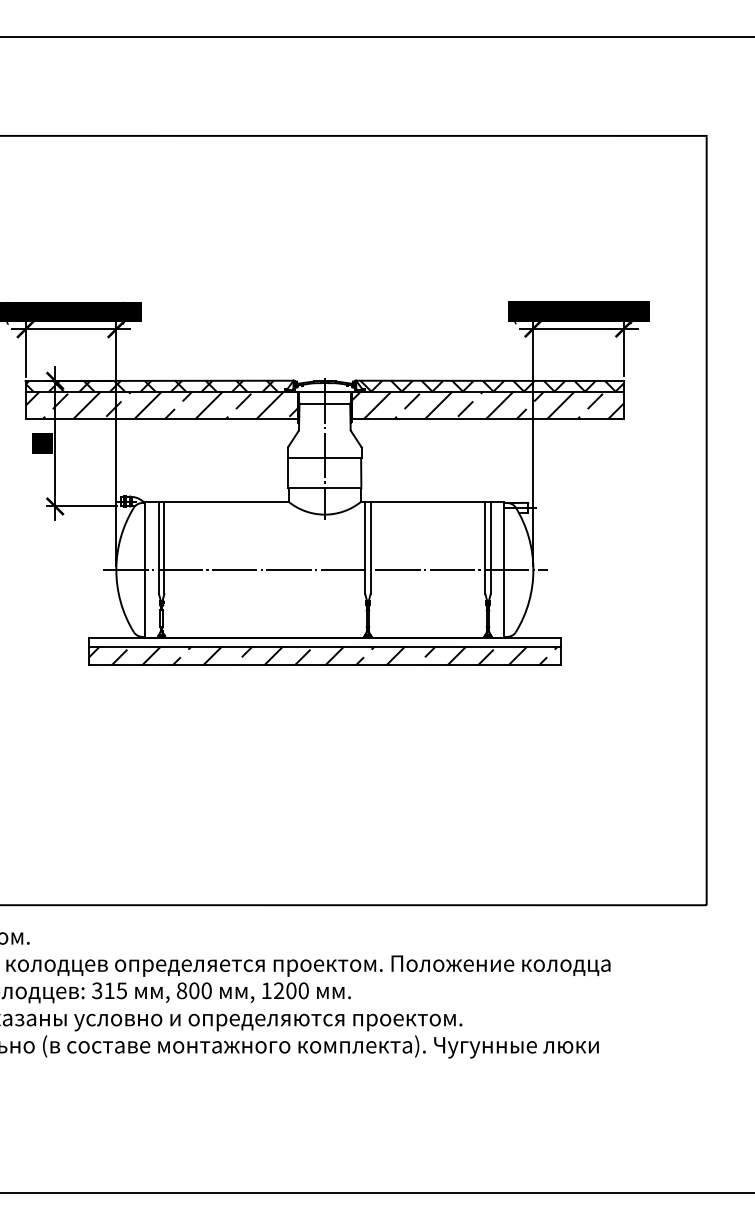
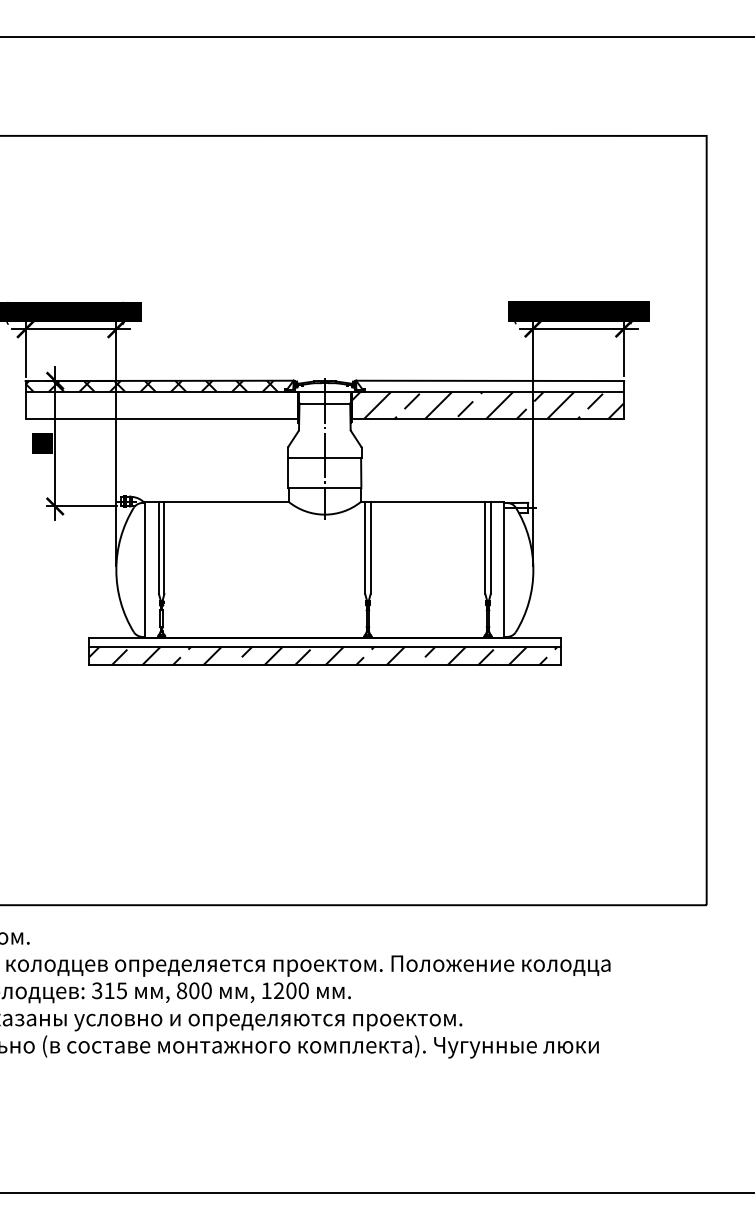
hatch at (492, 385): present -> none
hatch at (161, 404): present -> none
line at (325, 569): present -> none
